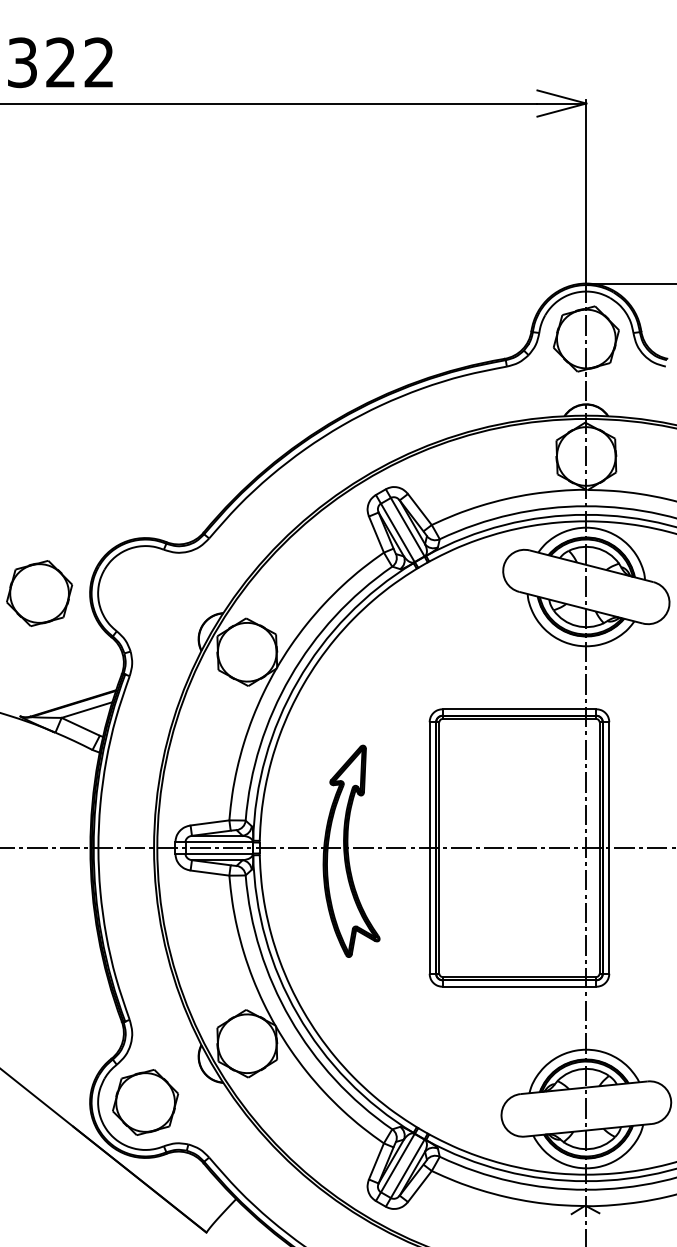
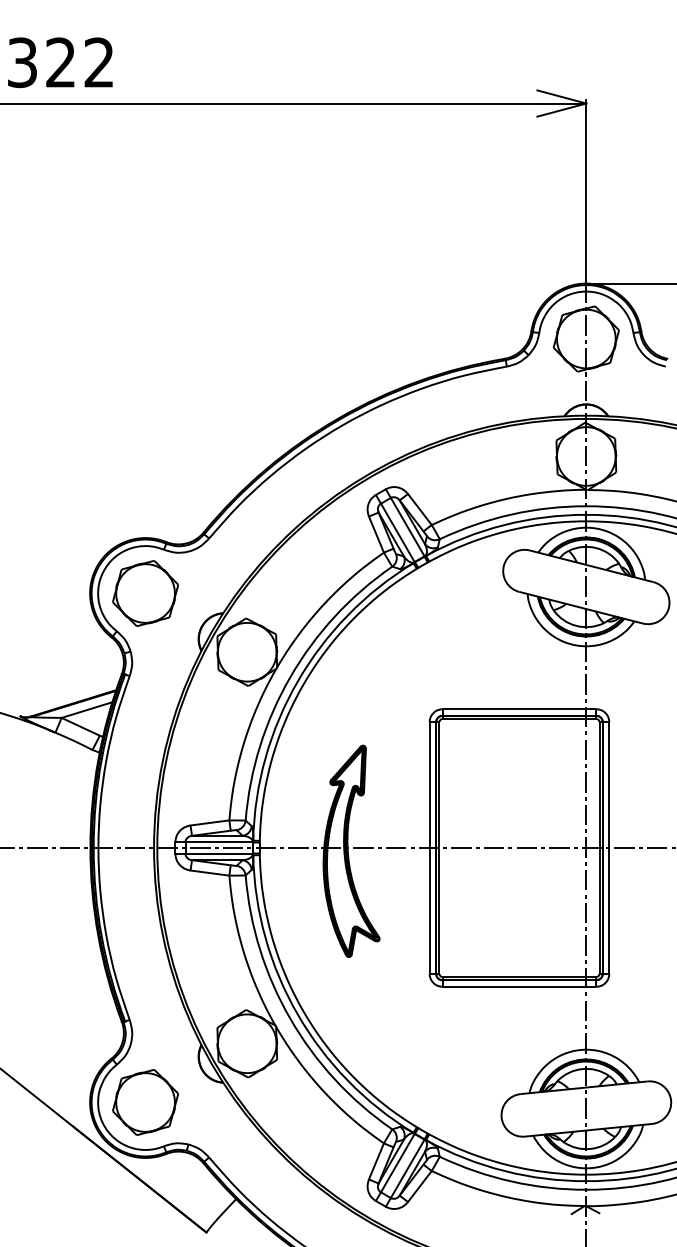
part at (39, 593) position: (39, 593) -> (145, 593)
